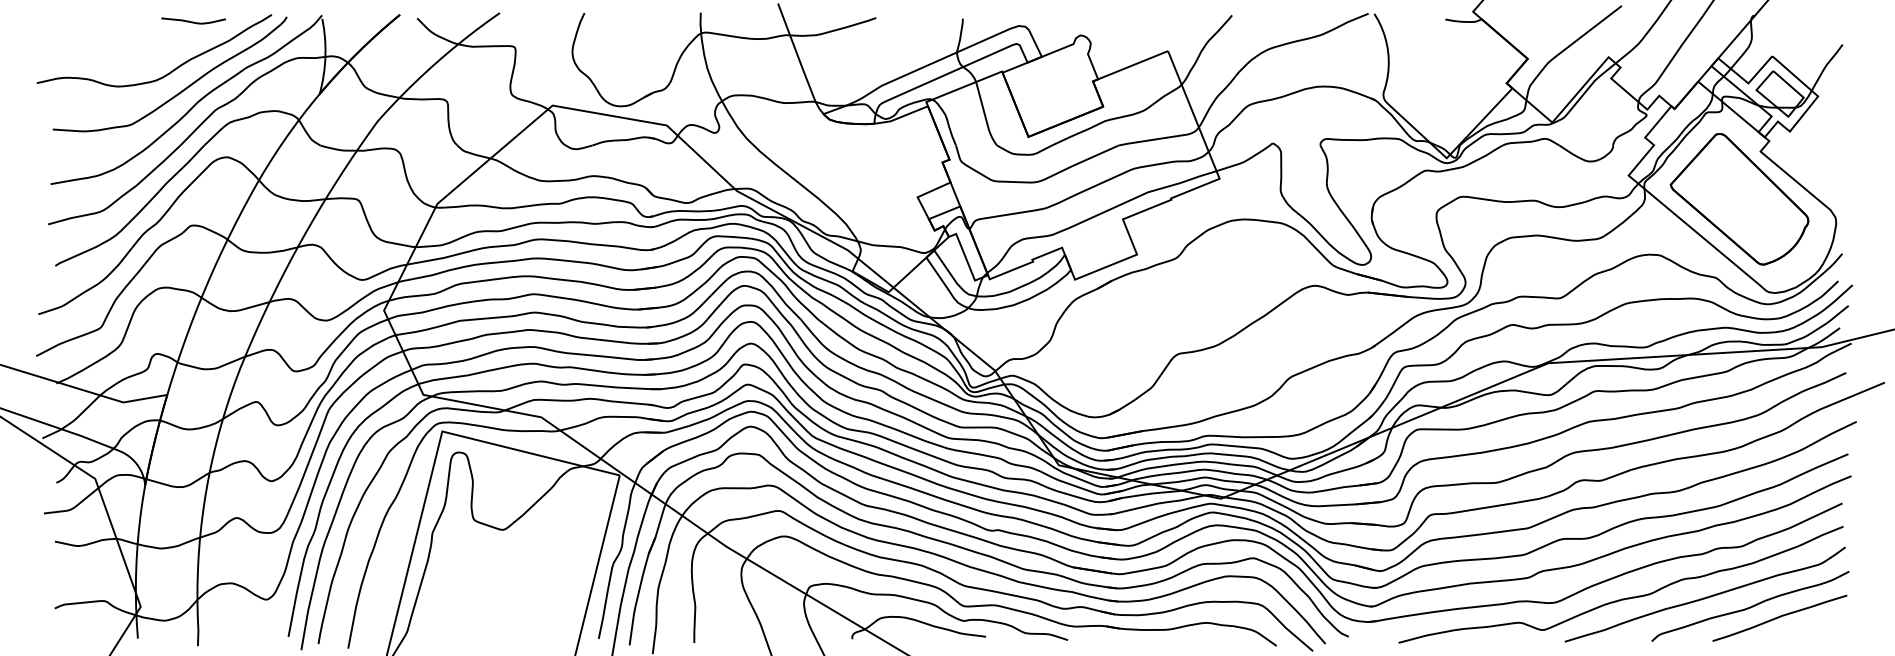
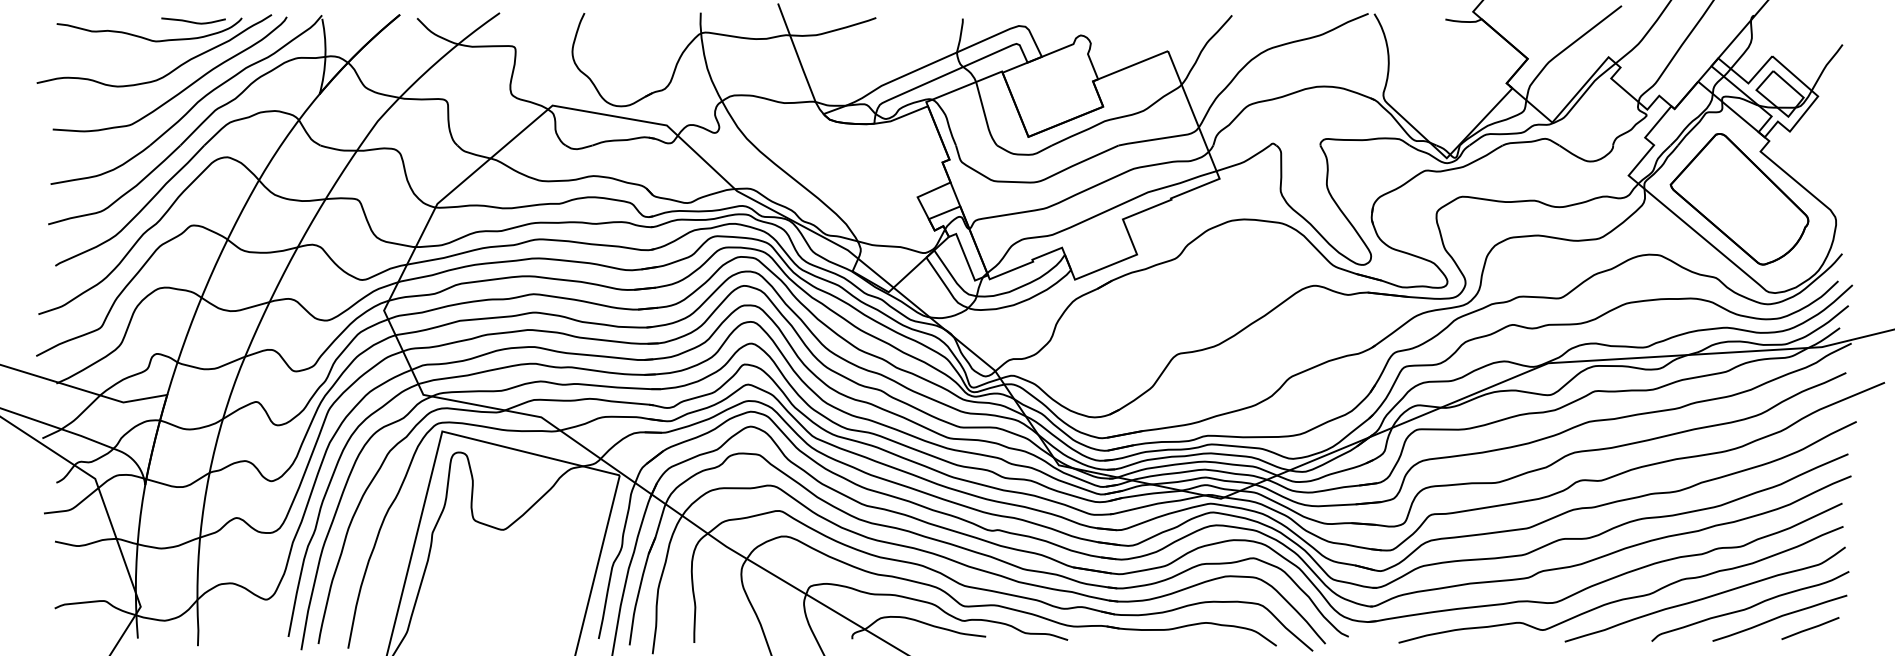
curve at (145, 37): none -> present
line at (1810, 628): none -> present
